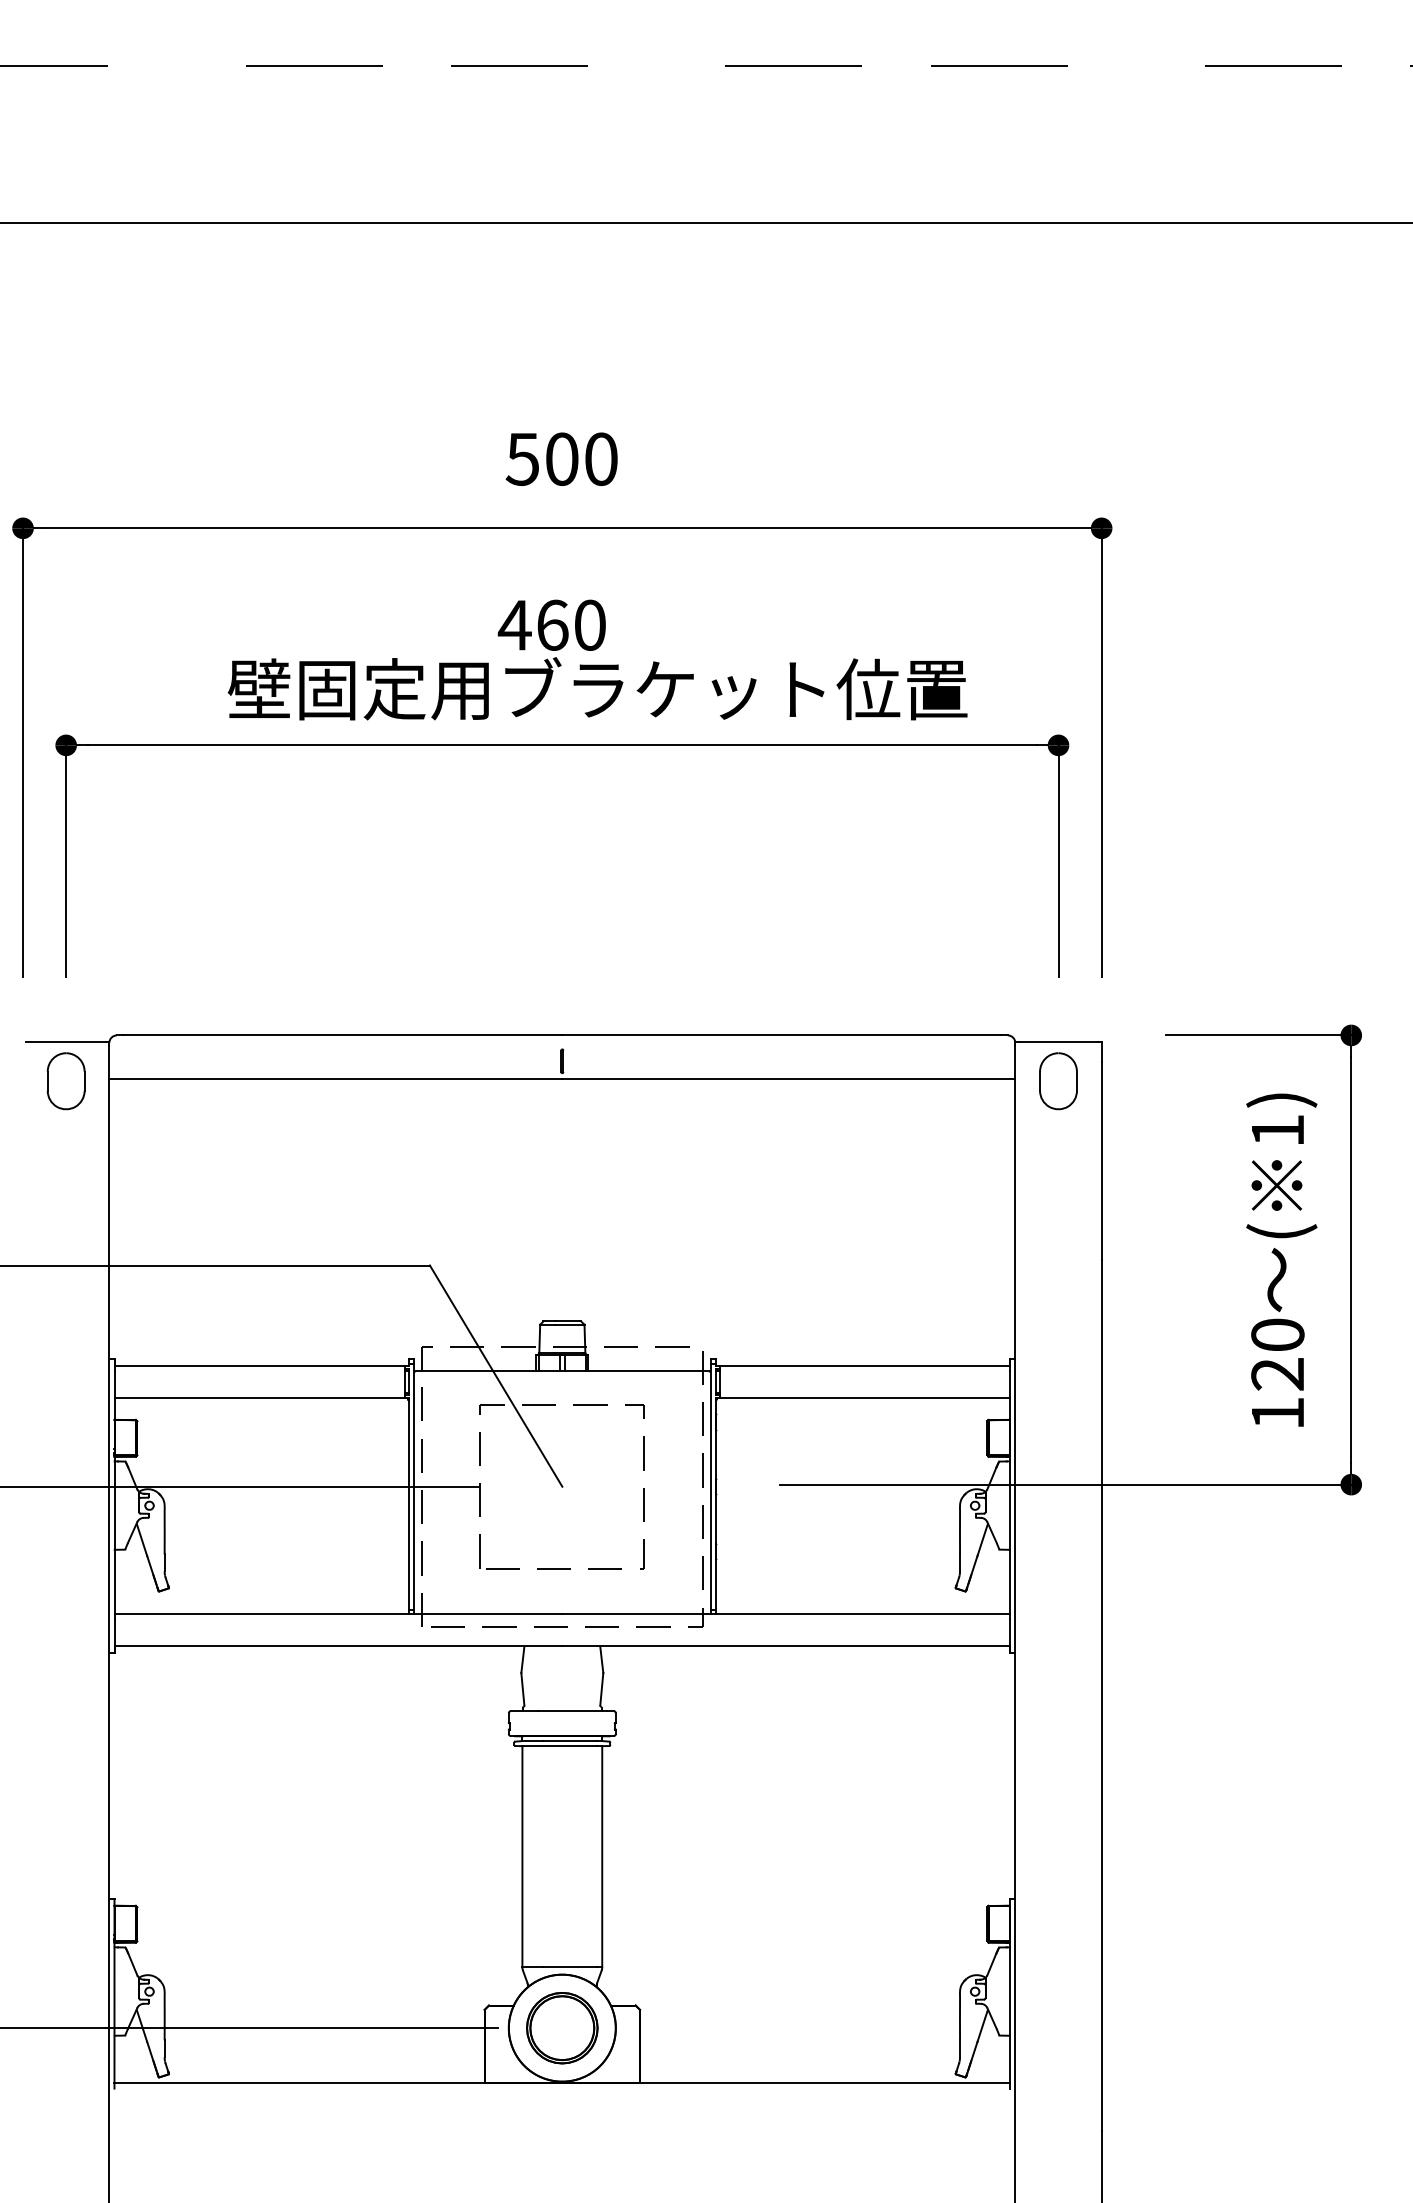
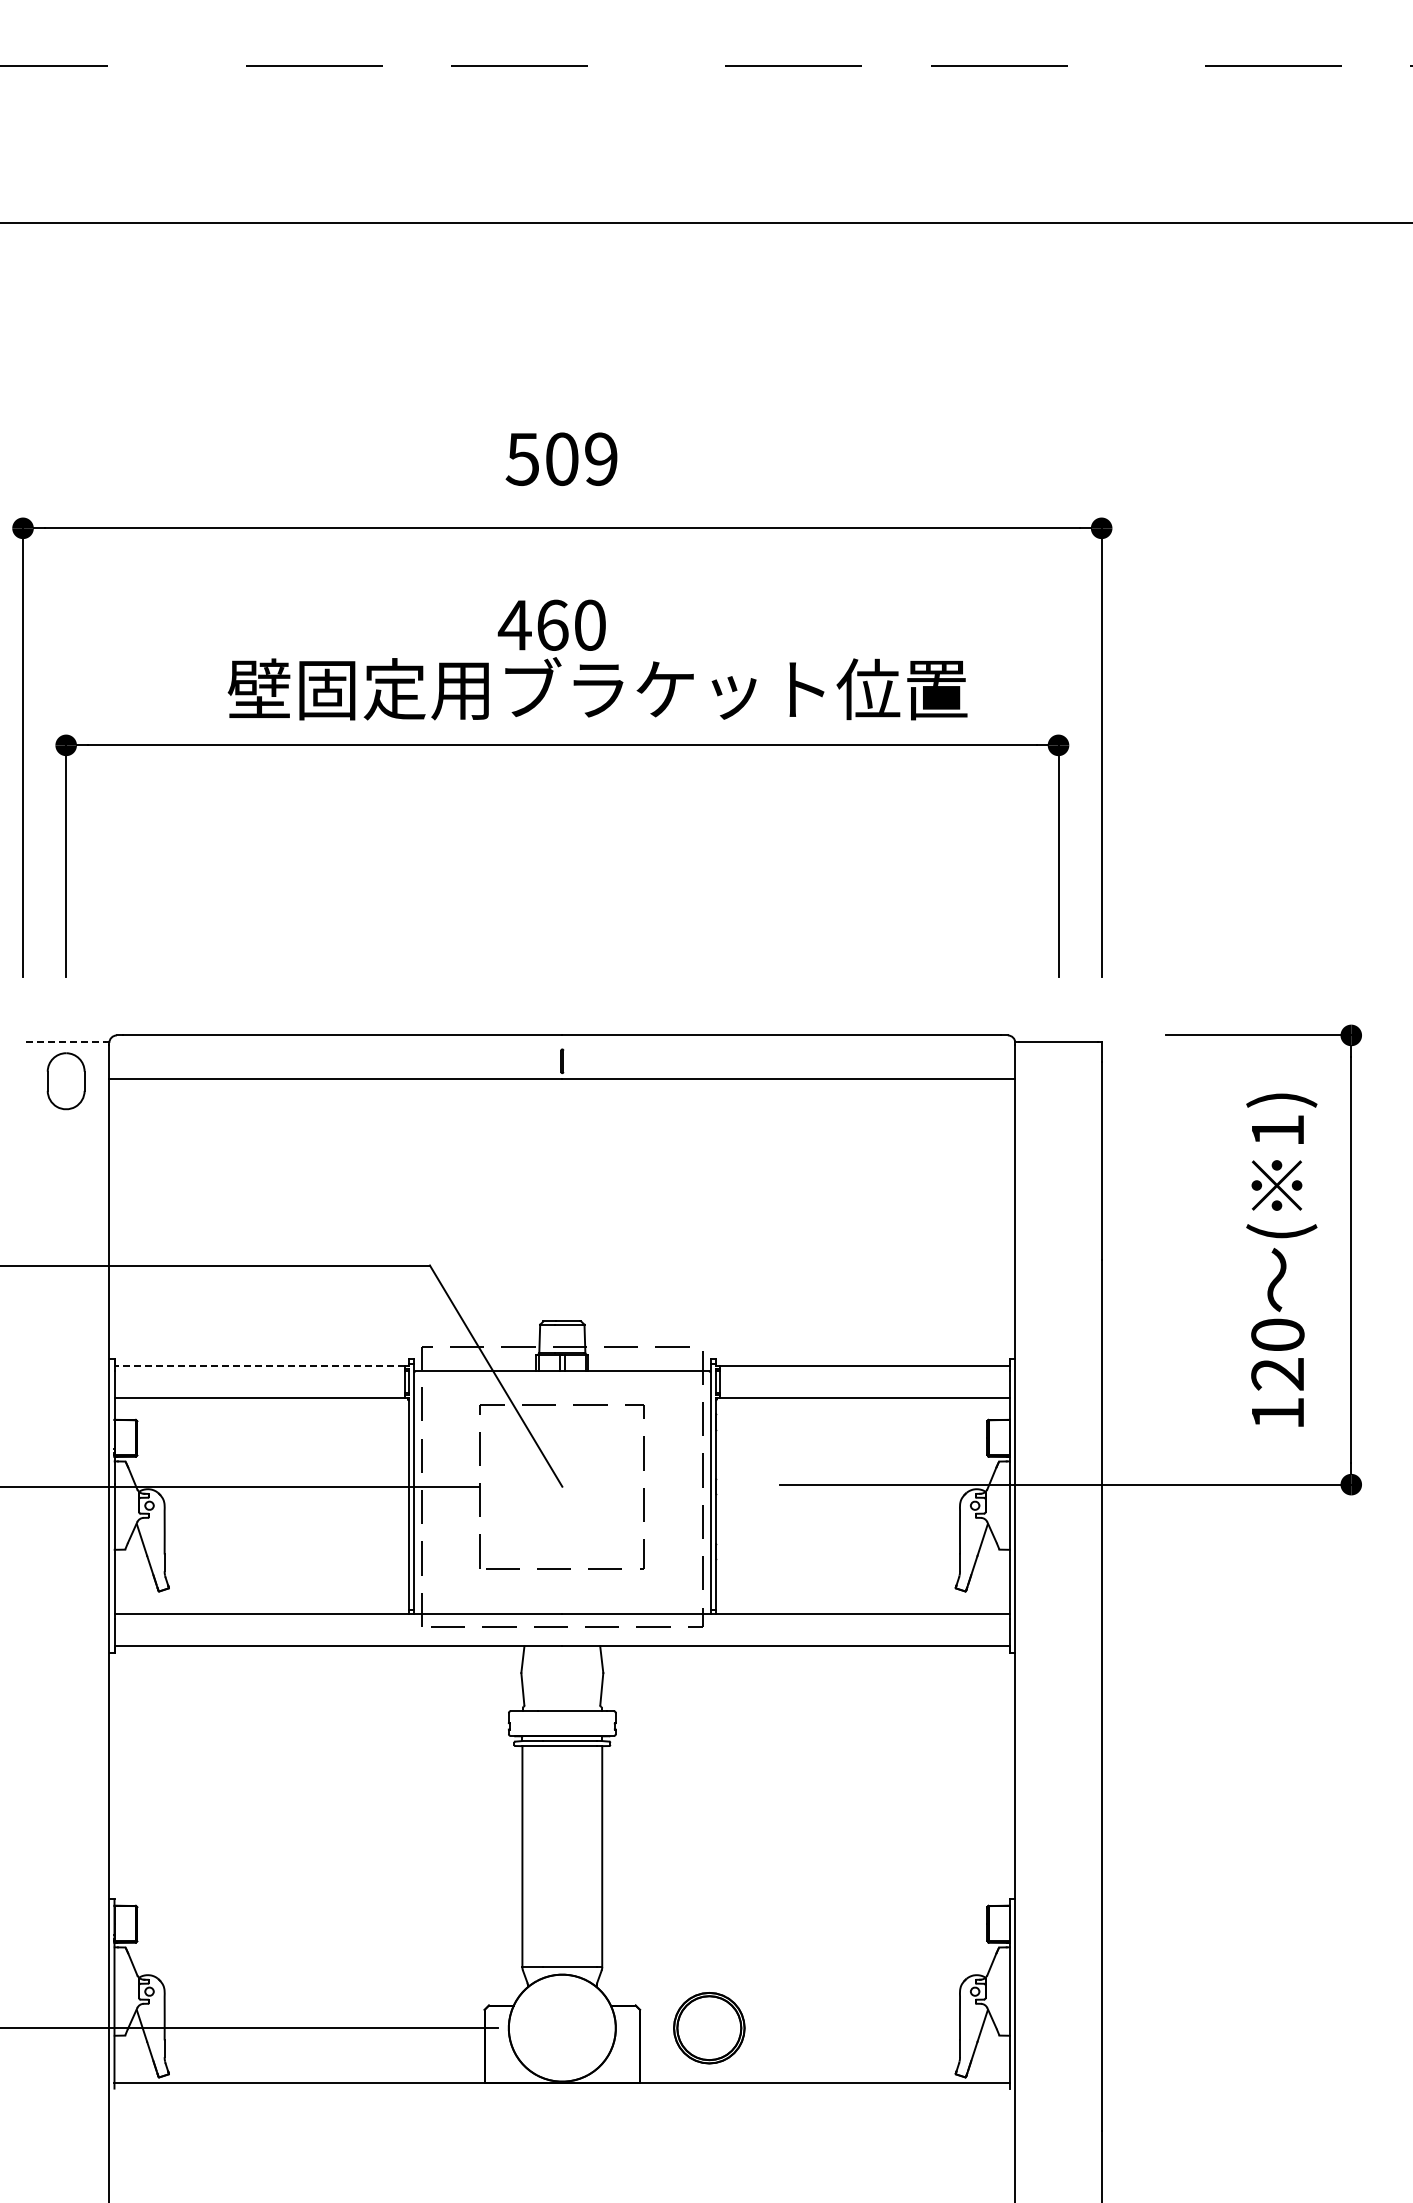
text at (601, 458): 500 -> 509
line at (66, 1041): solid -> dashed
part at (1058, 1081): present -> none
line at (259, 1365): solid -> dashed
part at (562, 2028) position: (562, 2028) -> (709, 2028)
